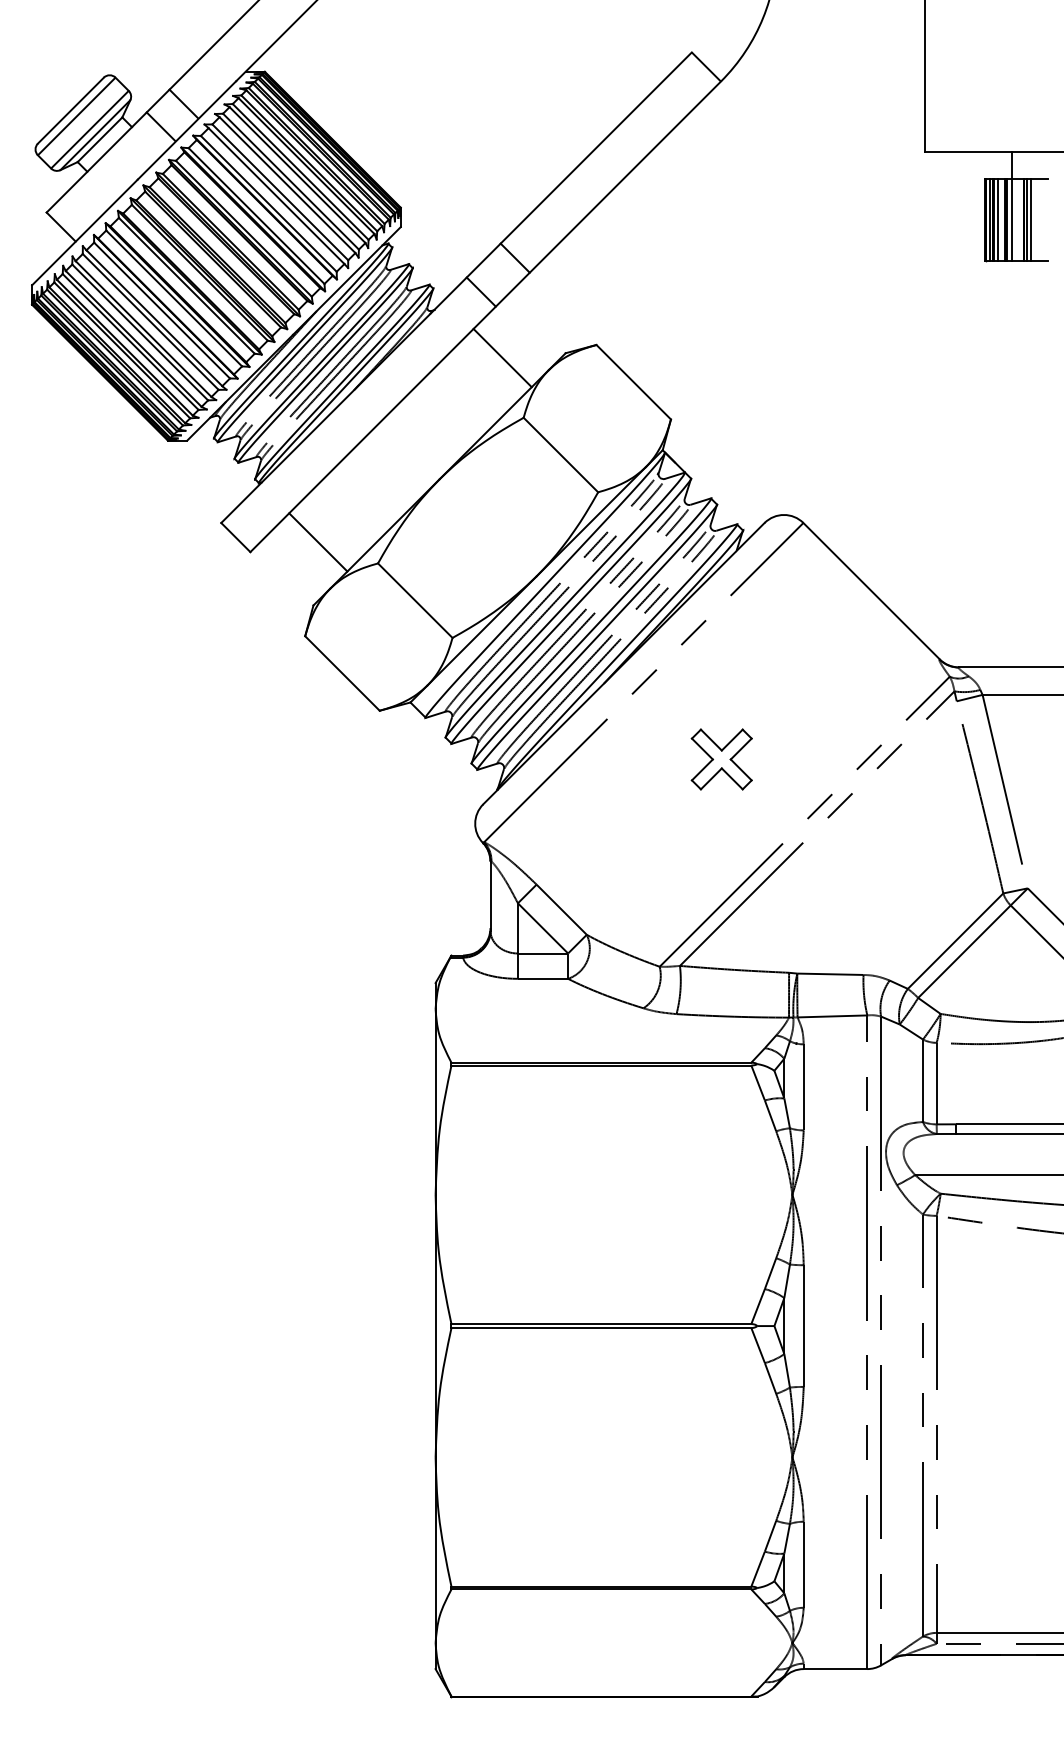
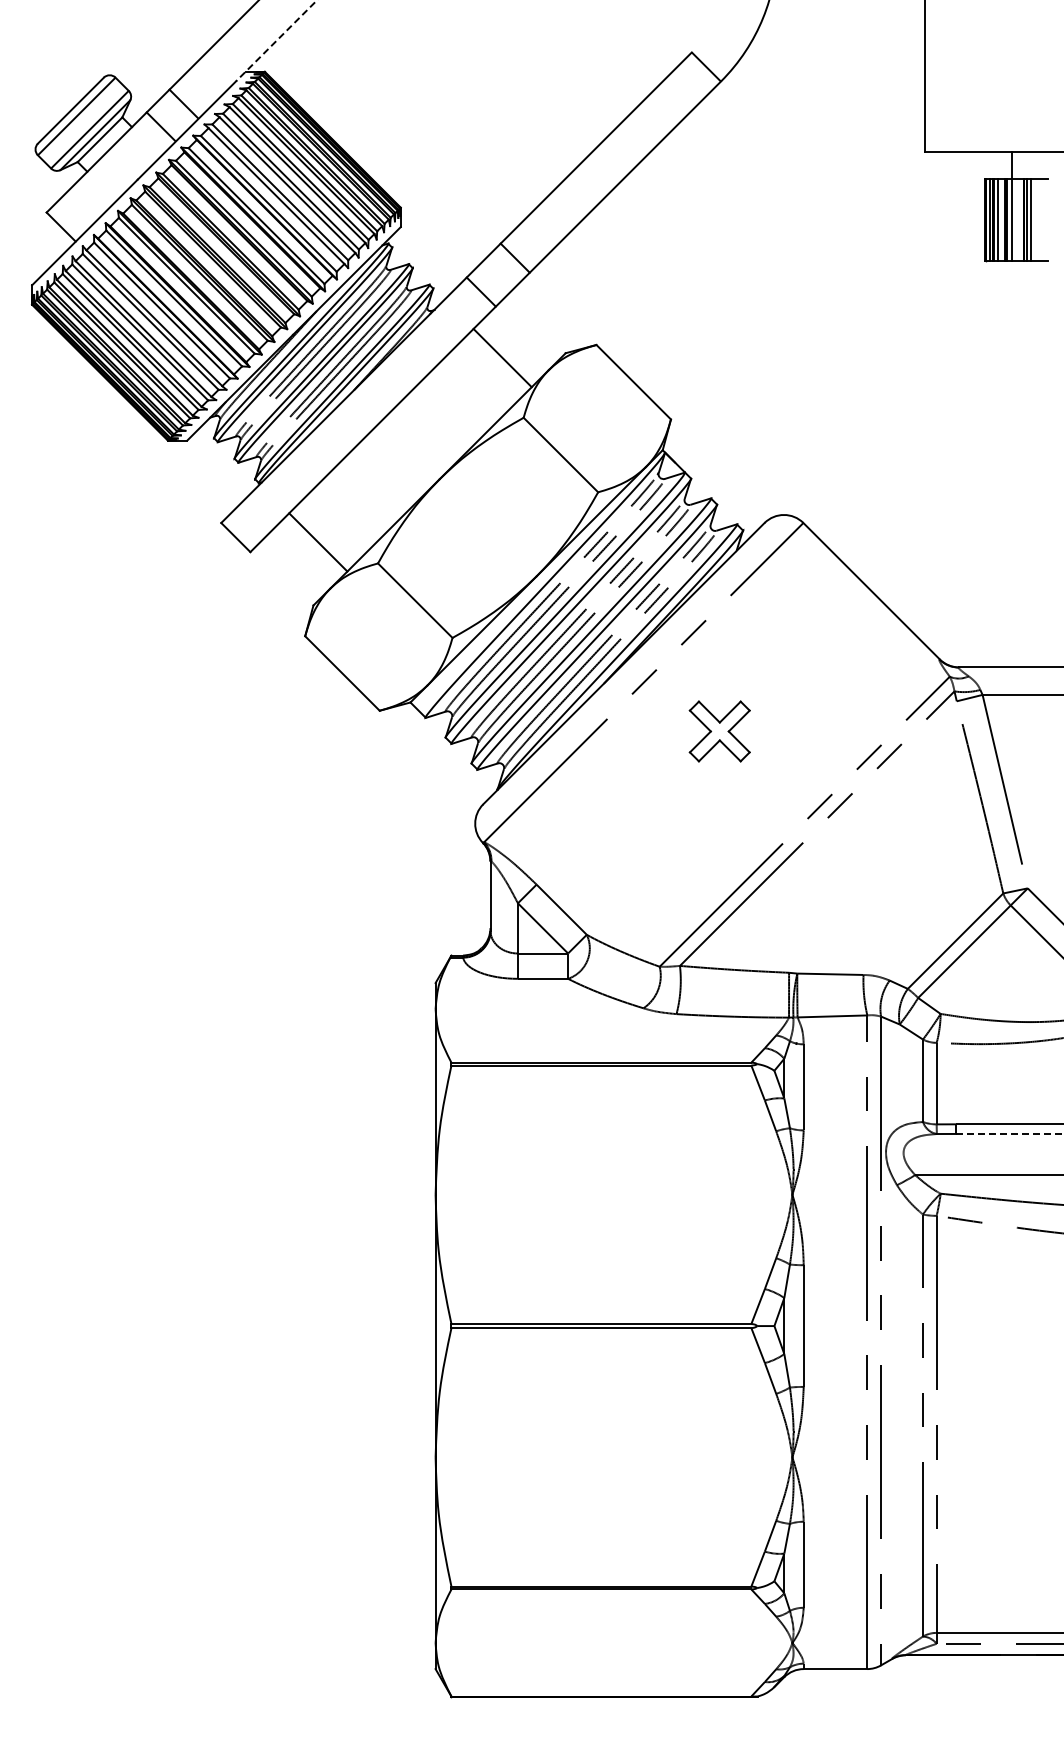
line at (276, 40): solid -> dashed
part at (721, 759) position: (721, 759) -> (719, 731)
line at (1010, 1133): solid -> dashed
